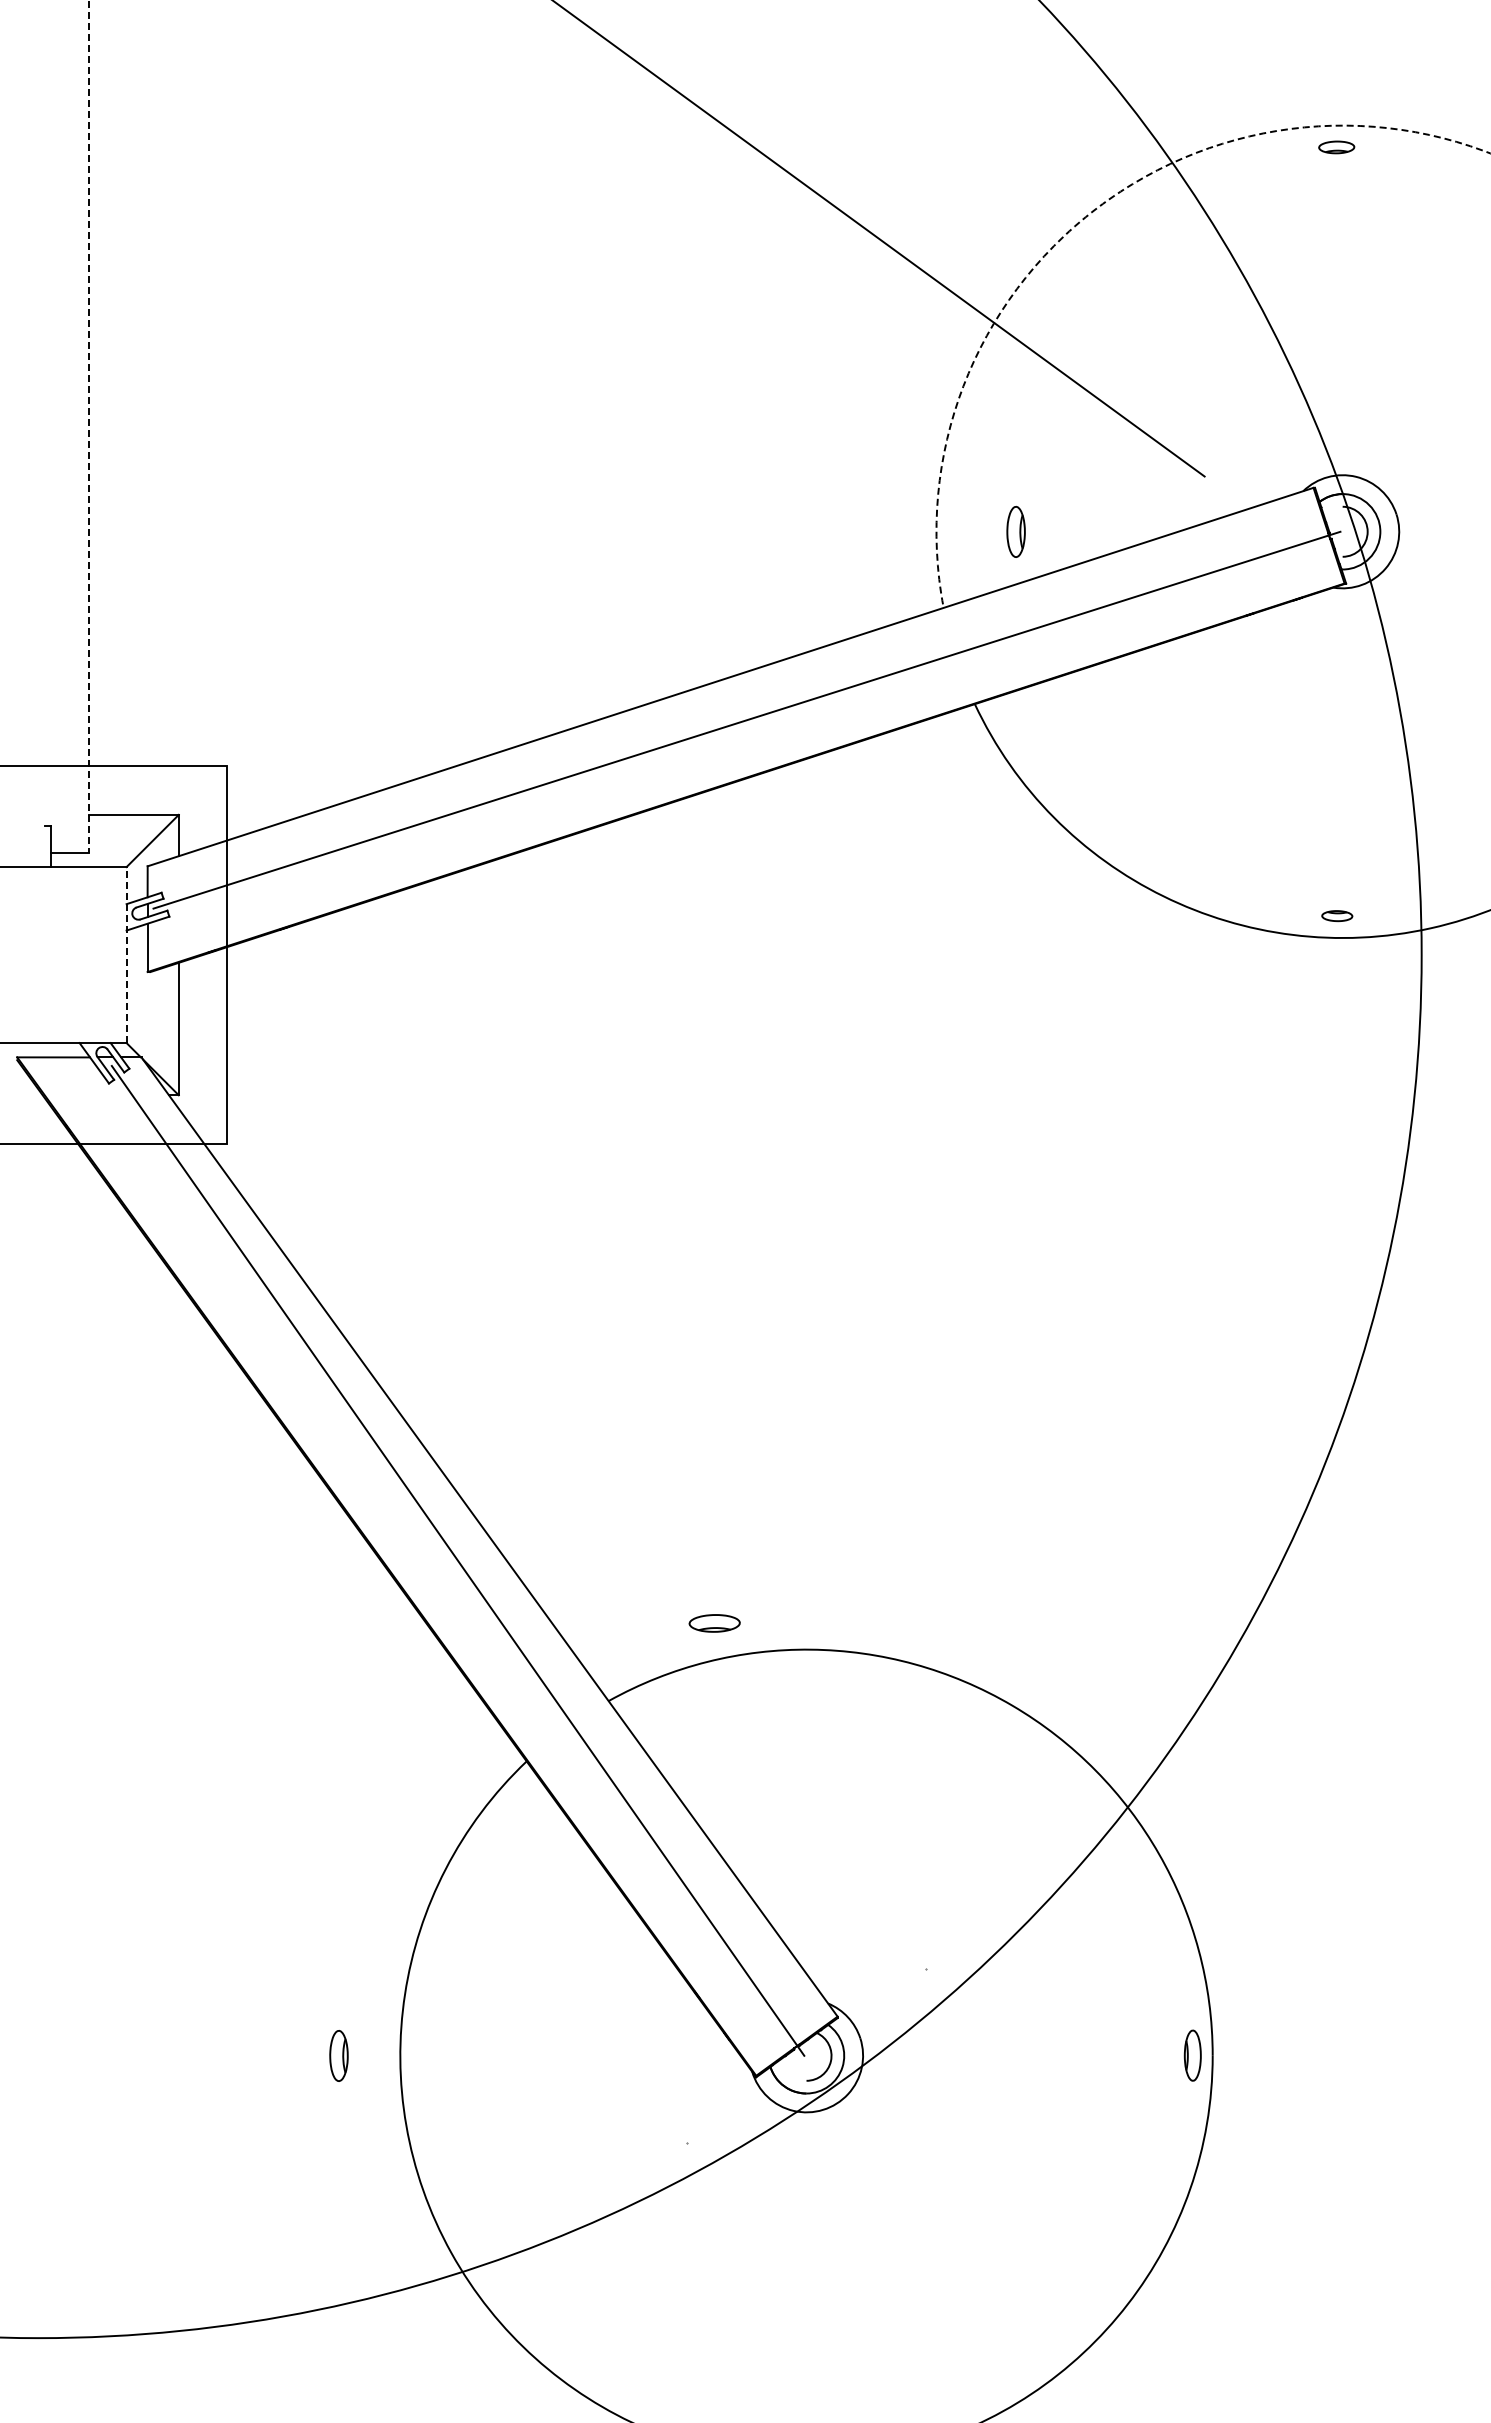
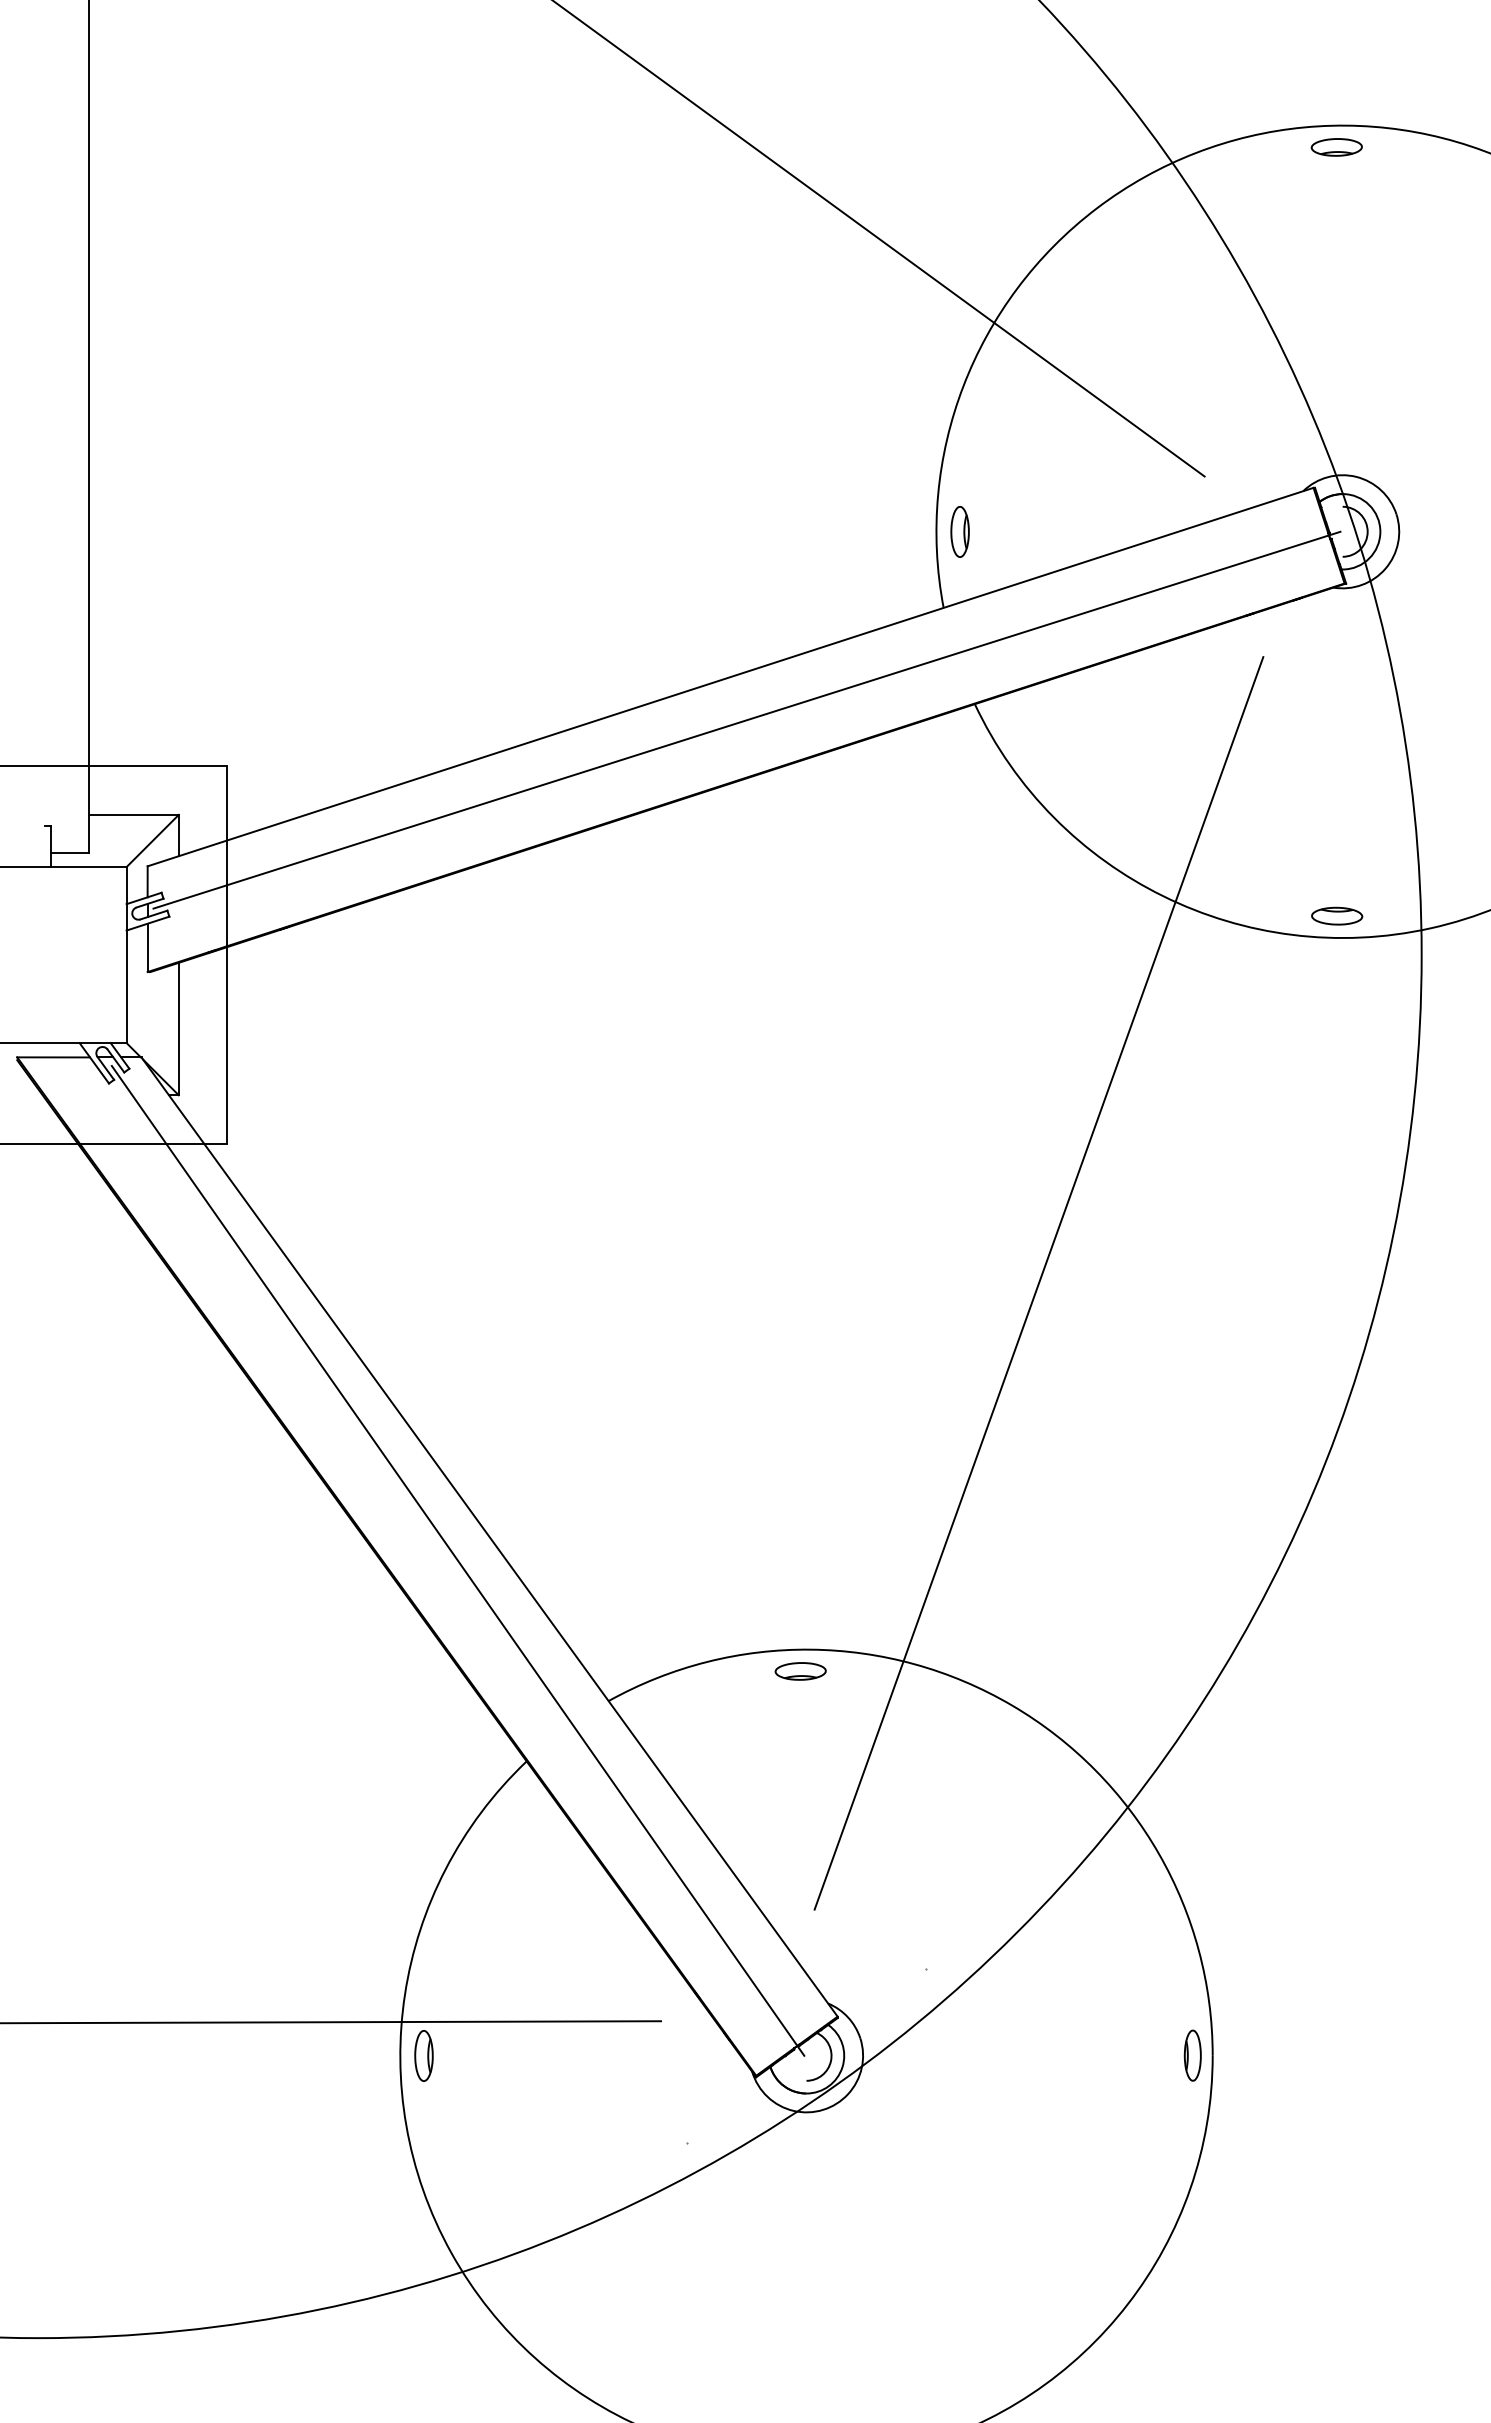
part at (1336, 147) size: 38x15 px -> 53x19 px
arc at (1083, 219): dashed -> solid
line at (88, 427): dashed -> solid
part at (1015, 531) position: (1015, 531) -> (959, 531)
part at (1337, 916) size: 33x13 px -> 53x20 px
line at (126, 954): dashed -> solid
line at (1038, 1283): none -> present
part at (714, 1623) position: (714, 1623) -> (800, 1671)
line at (331, 2022): none -> present
part at (338, 2055) position: (338, 2055) -> (423, 2055)
